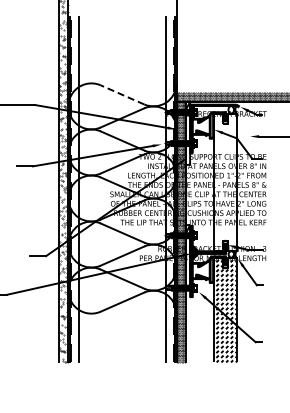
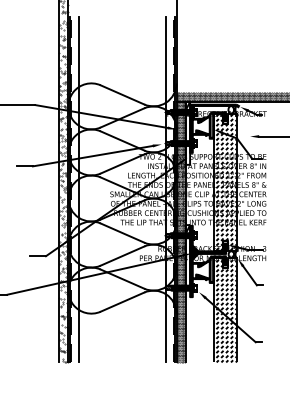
line at (122, 94): dashed -> solid
hatch at (226, 182): none -> present
